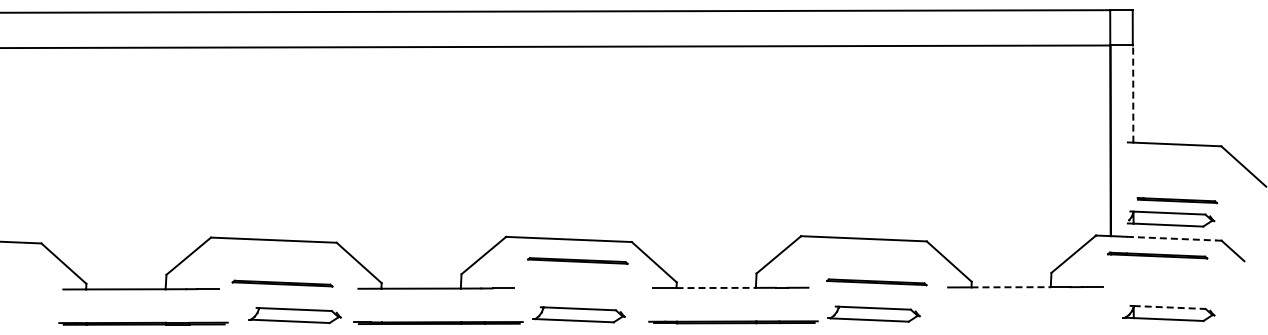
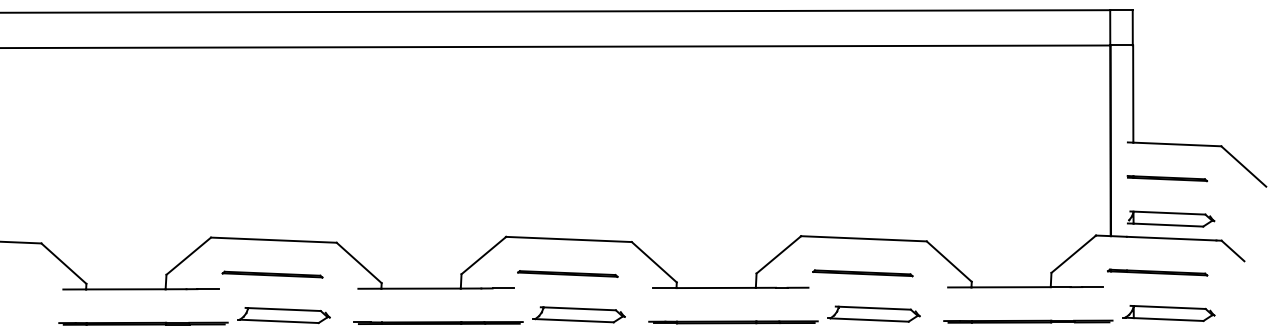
line at (1133, 94): dashed -> solid
line at (1177, 200) position: (1177, 200) -> (1167, 178)
line at (1171, 238): dashed -> solid
line at (1157, 255) position: (1157, 255) -> (1157, 272)
line at (577, 260) position: (577, 260) -> (567, 273)
line at (876, 282) position: (876, 282) -> (862, 273)
line at (282, 283) position: (282, 283) -> (272, 274)
line at (716, 287): dashed -> solid
line at (1011, 287): dashed -> solid
line at (1170, 307): dashed -> solid
part at (294, 315) position: (294, 315) -> (283, 315)
line at (1028, 321): none -> present
